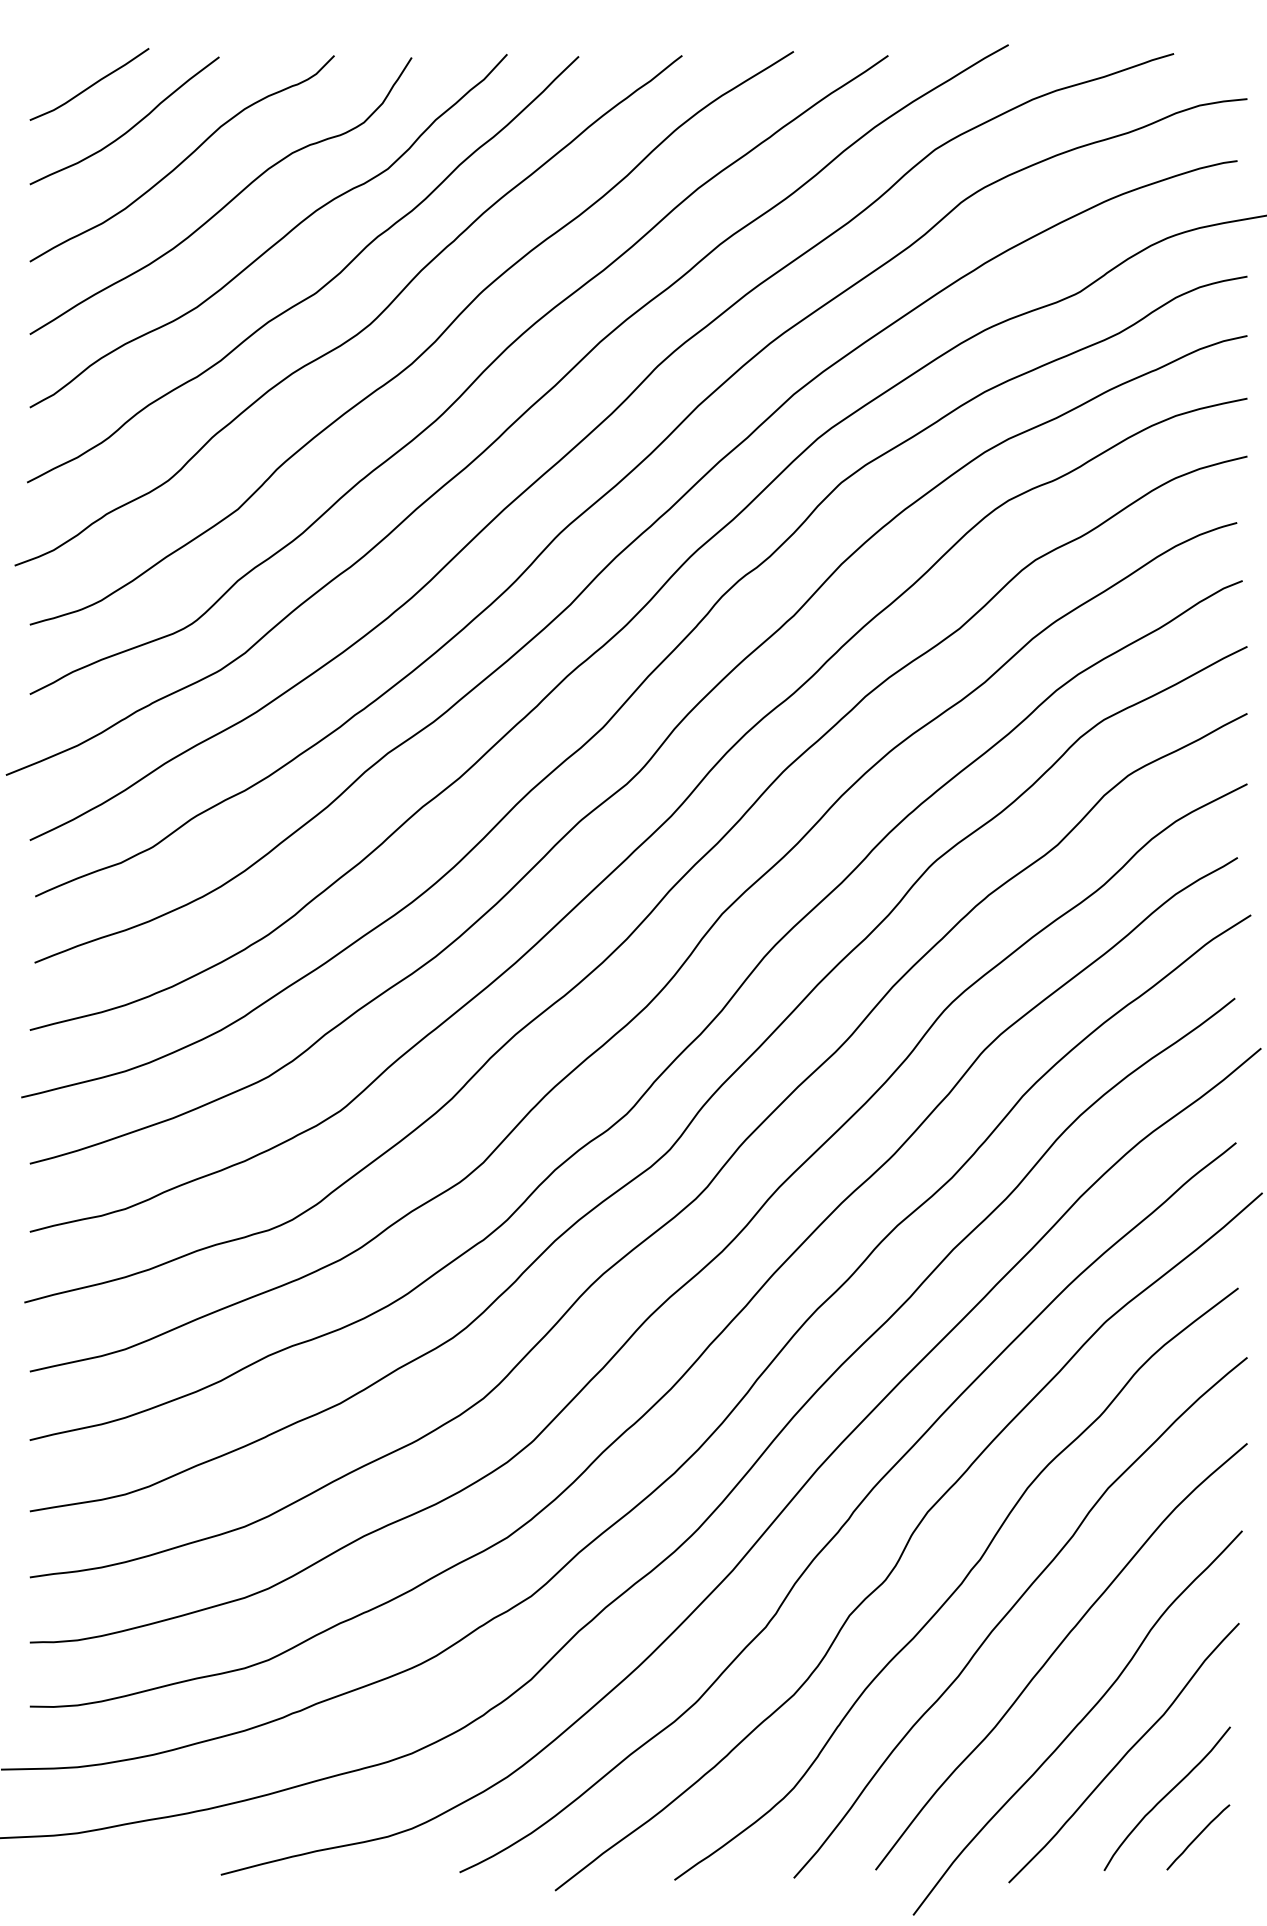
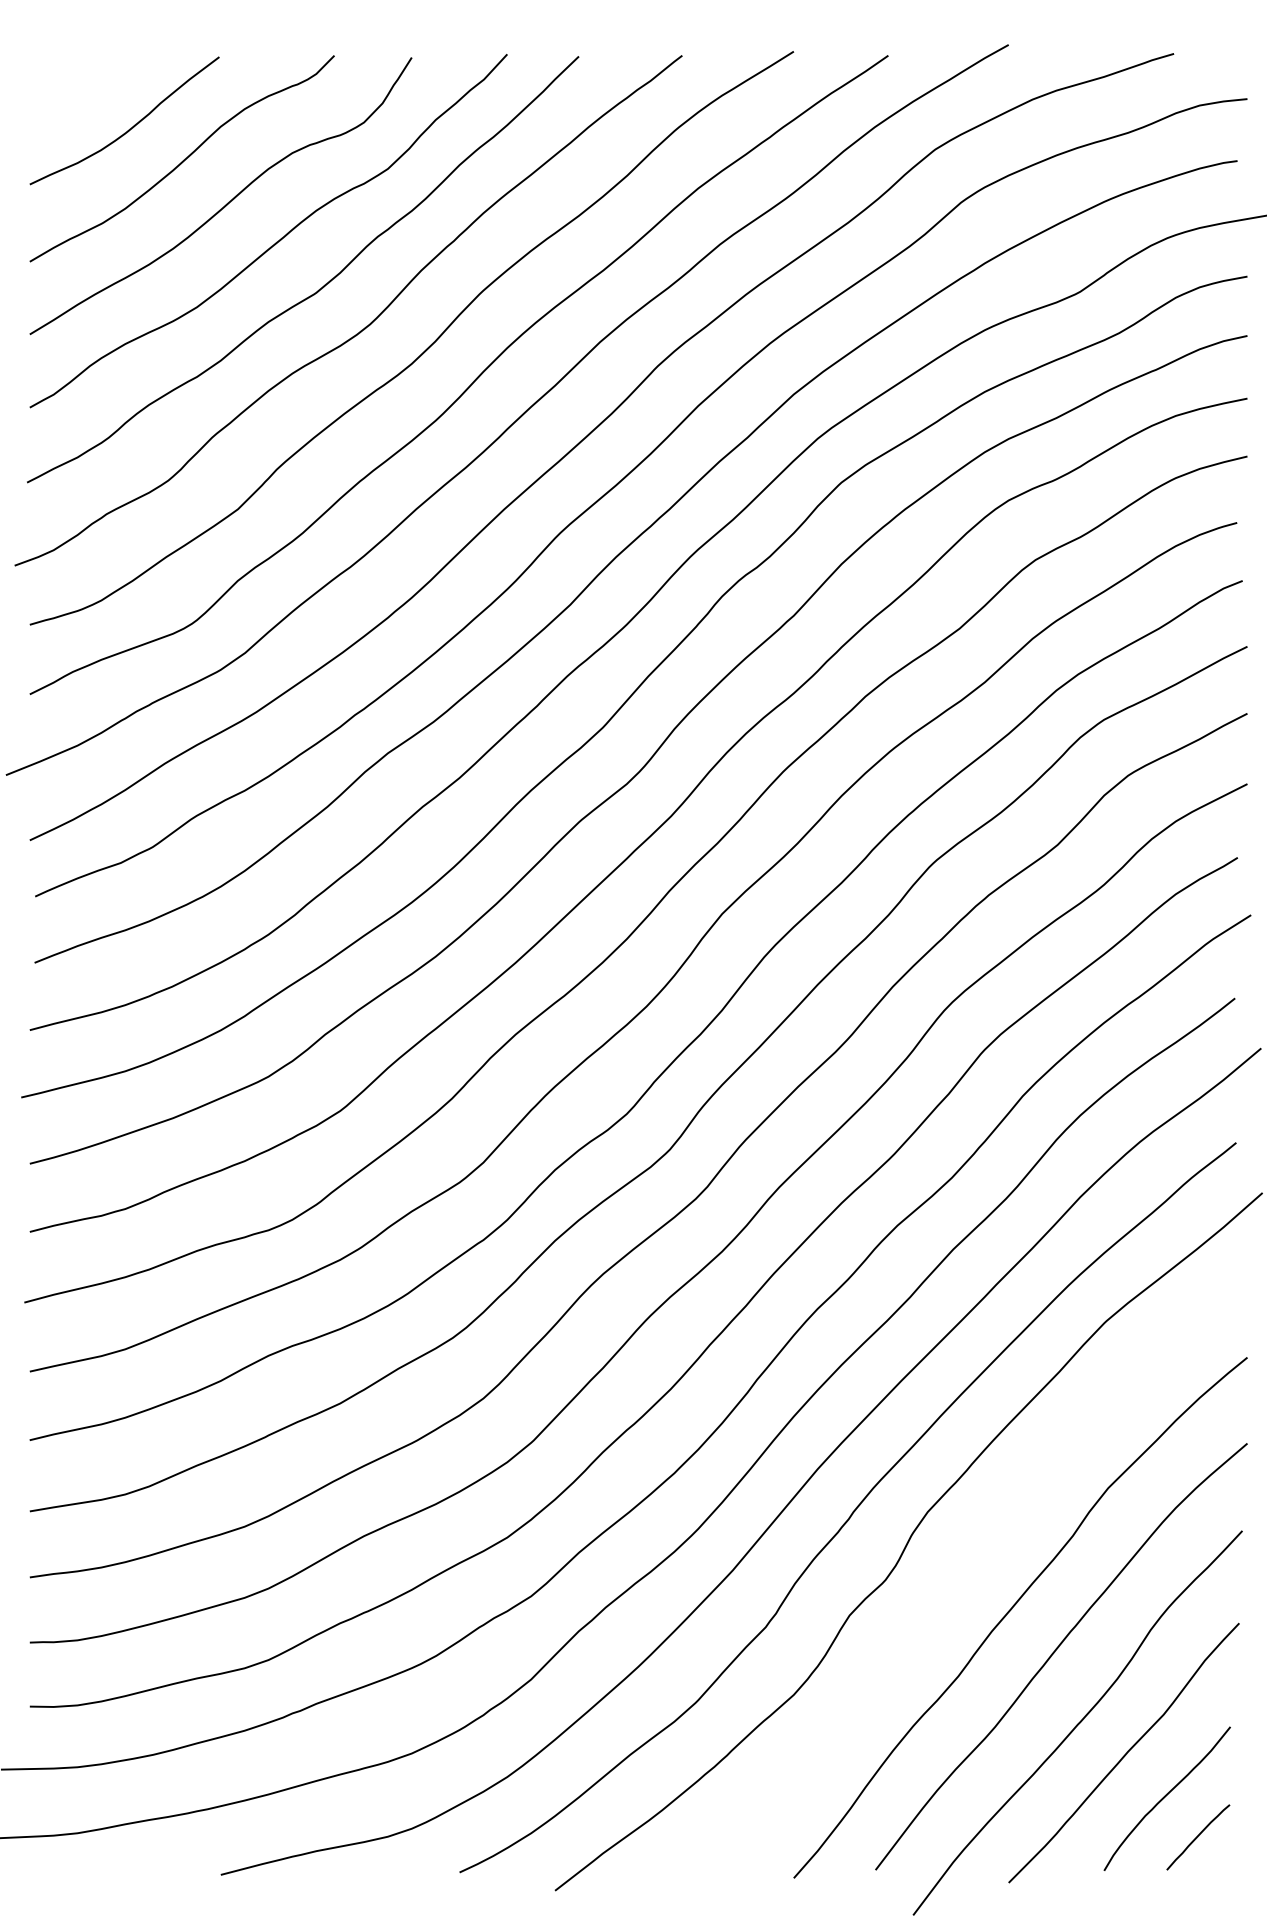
curve at (90, 85): present -> none
curve at (958, 1585): present -> none
